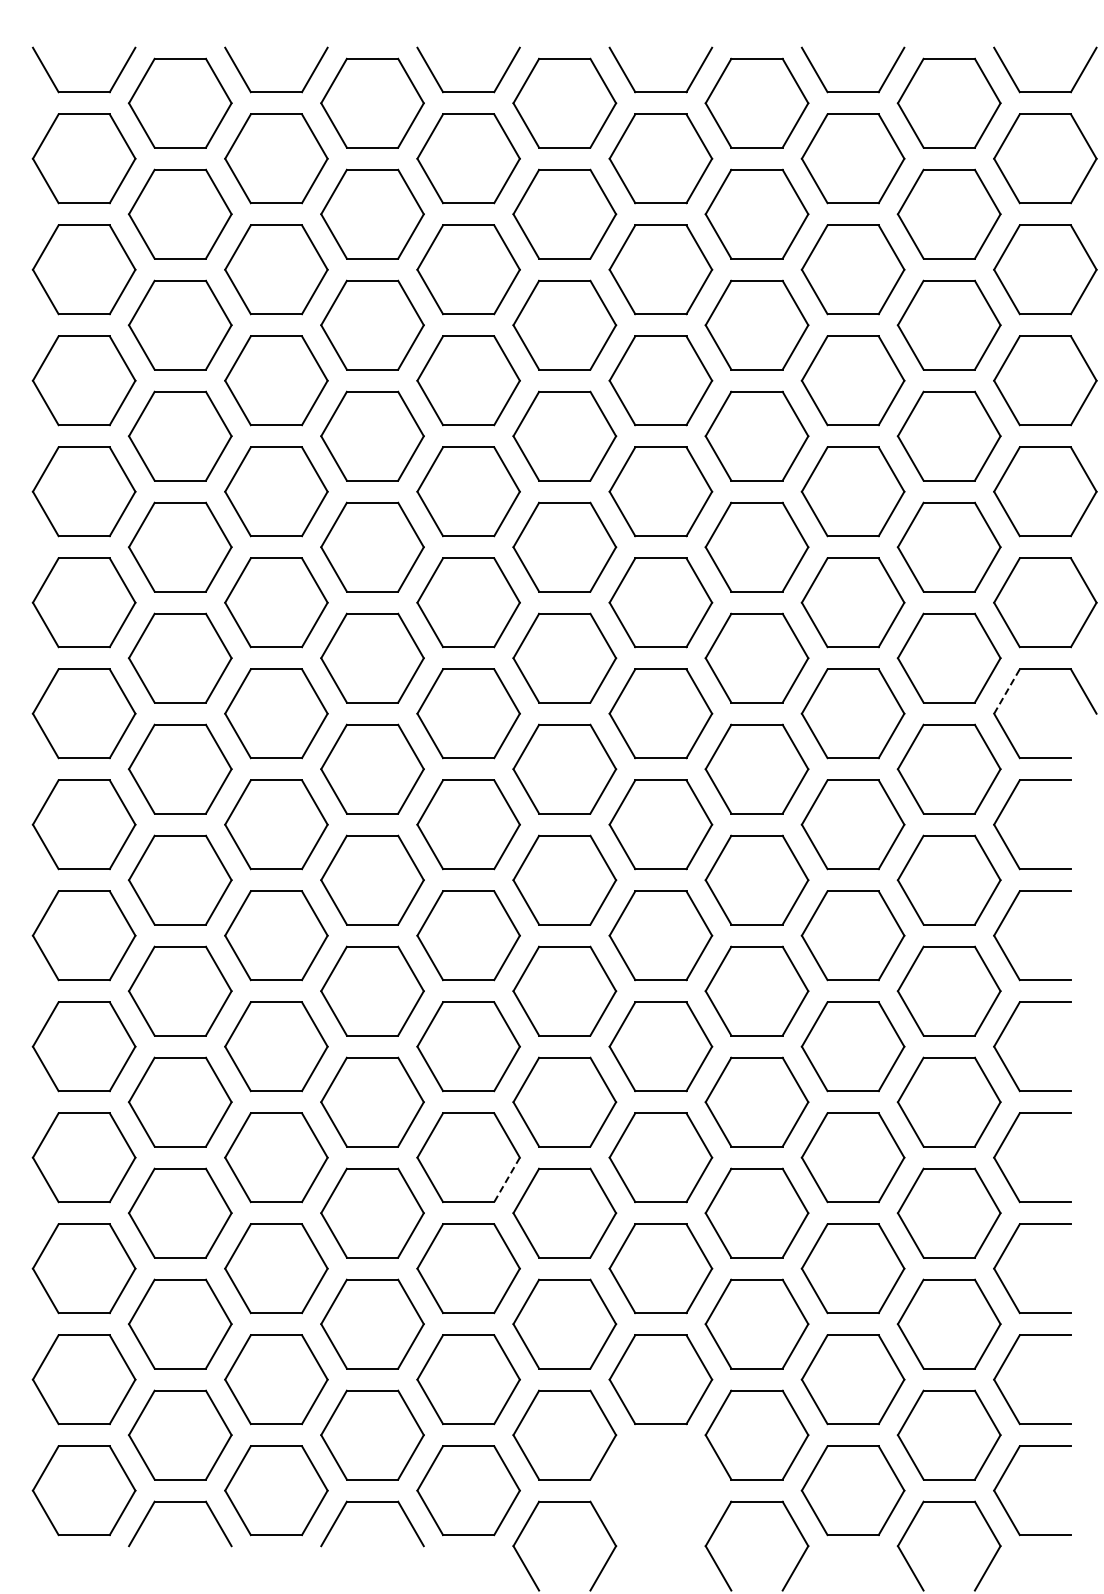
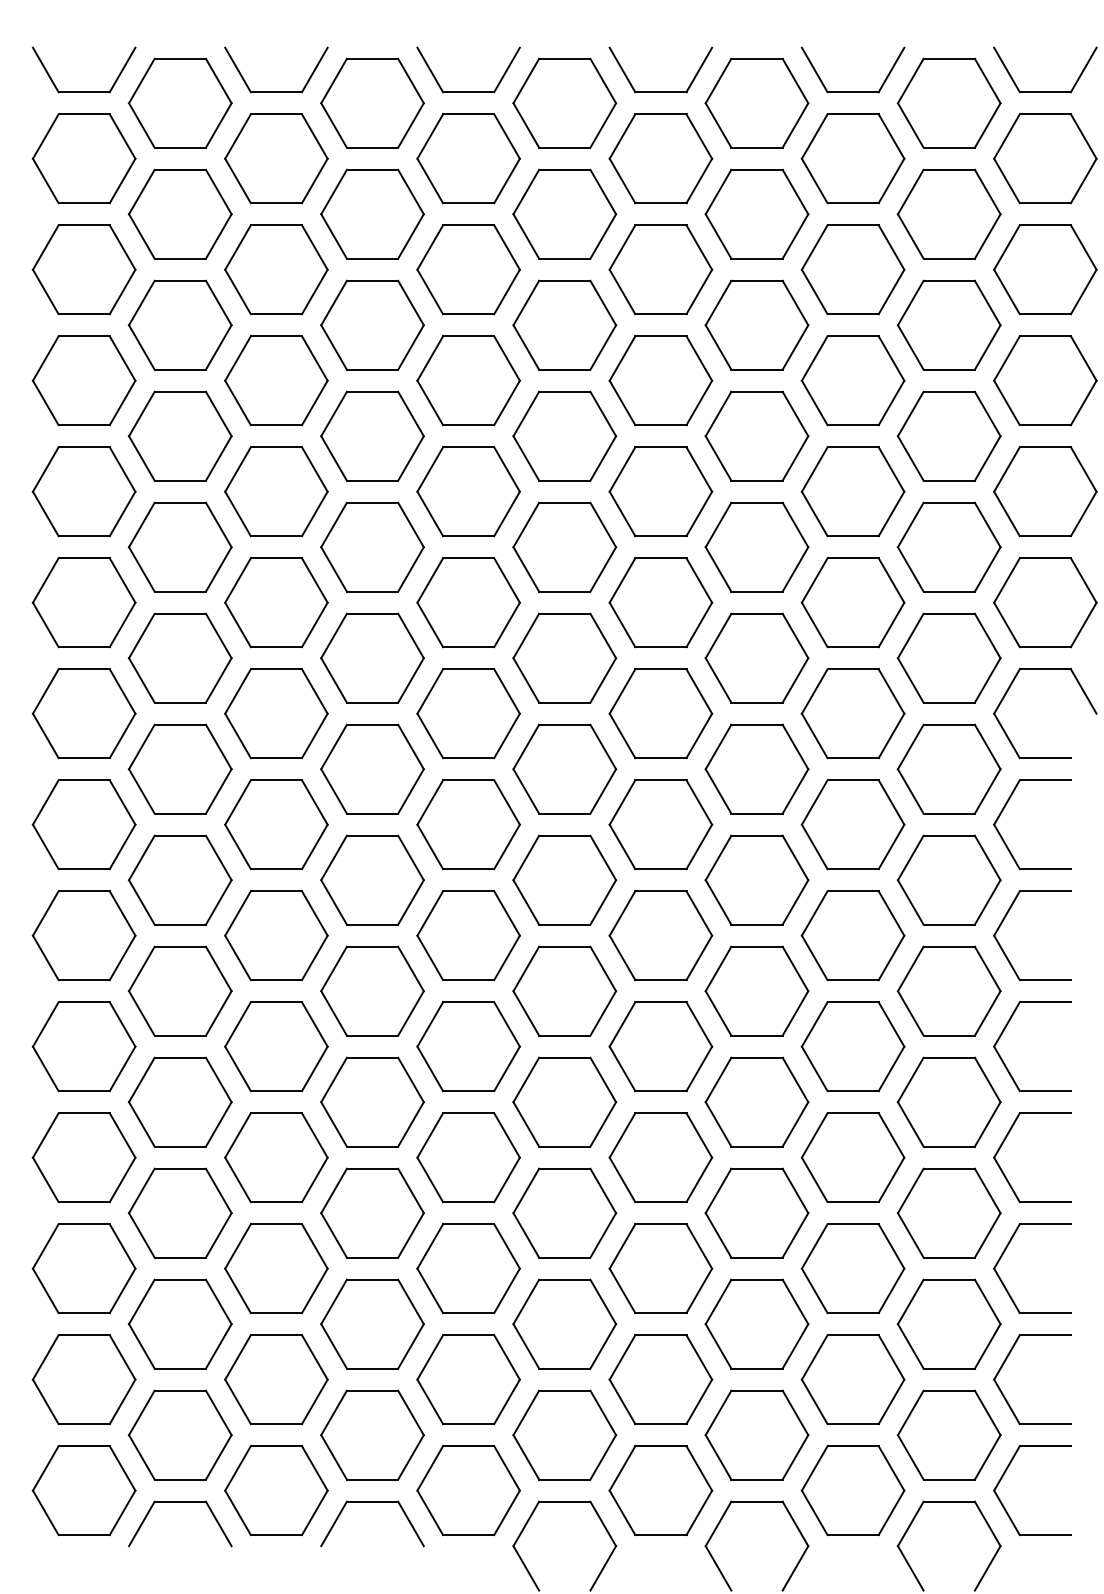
line at (1006, 691): dashed -> solid
line at (507, 1179): dashed -> solid
part at (660, 1490): none -> present
